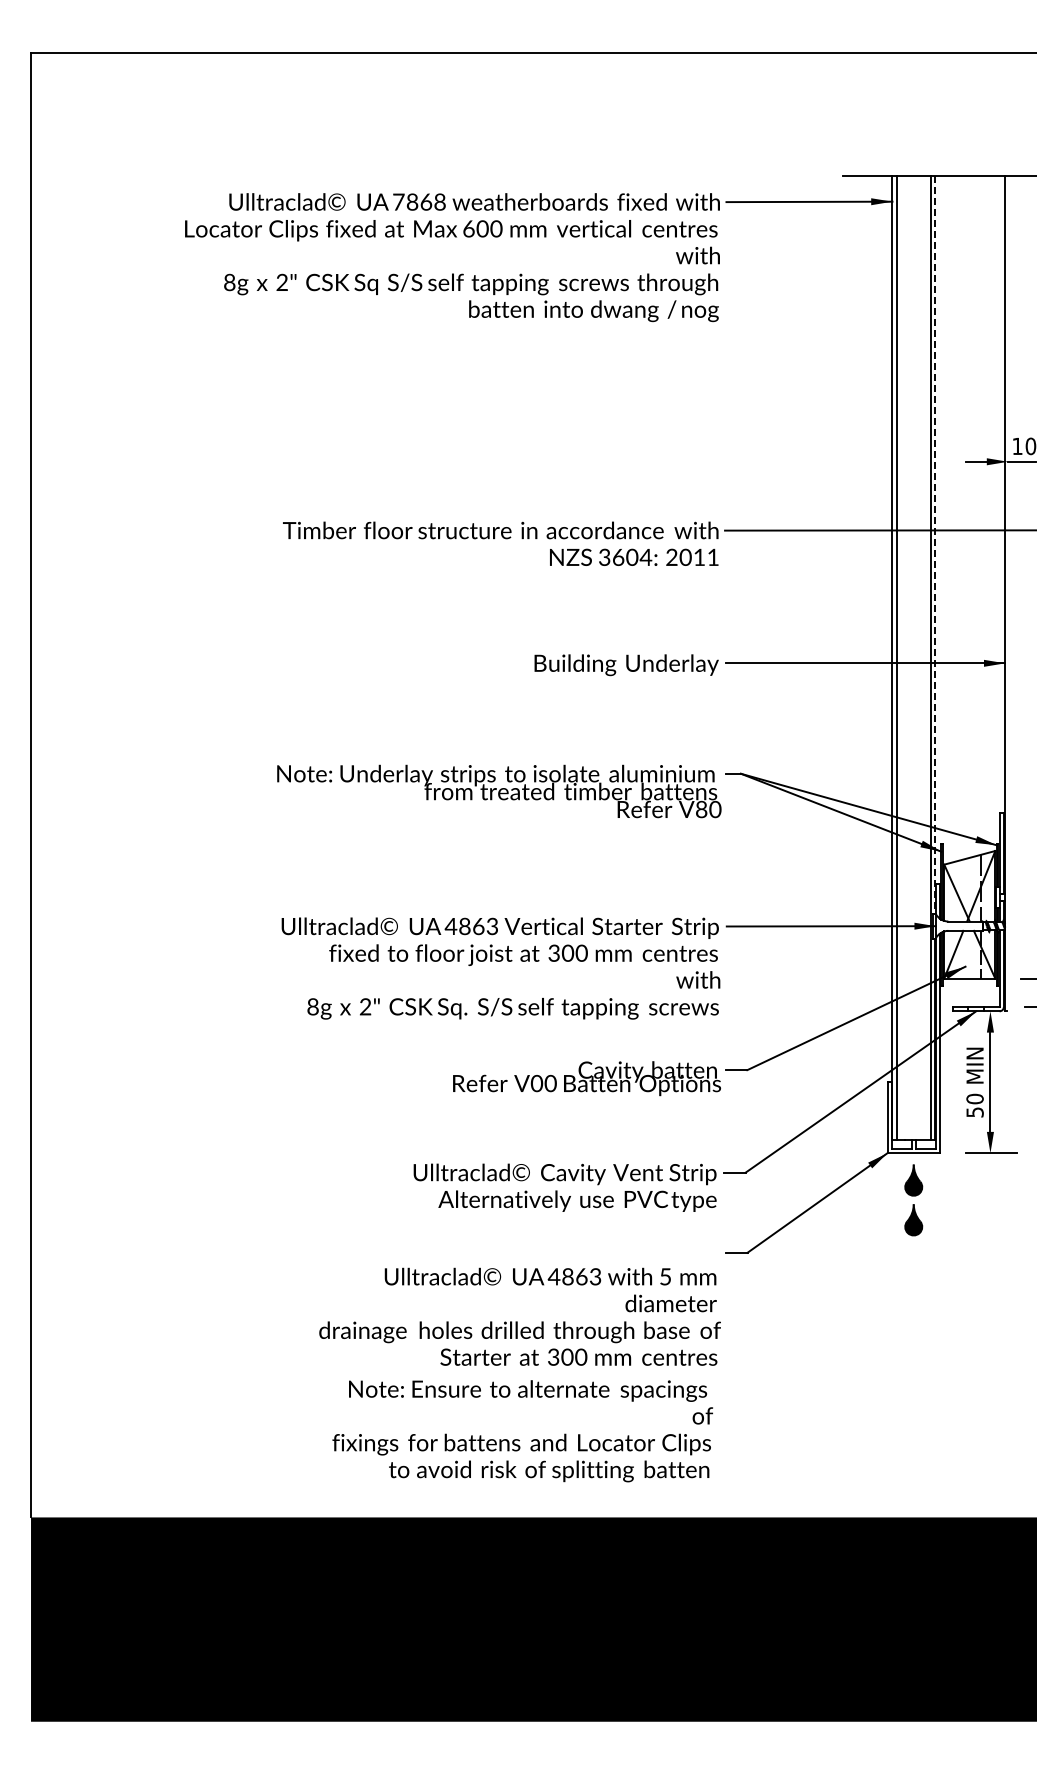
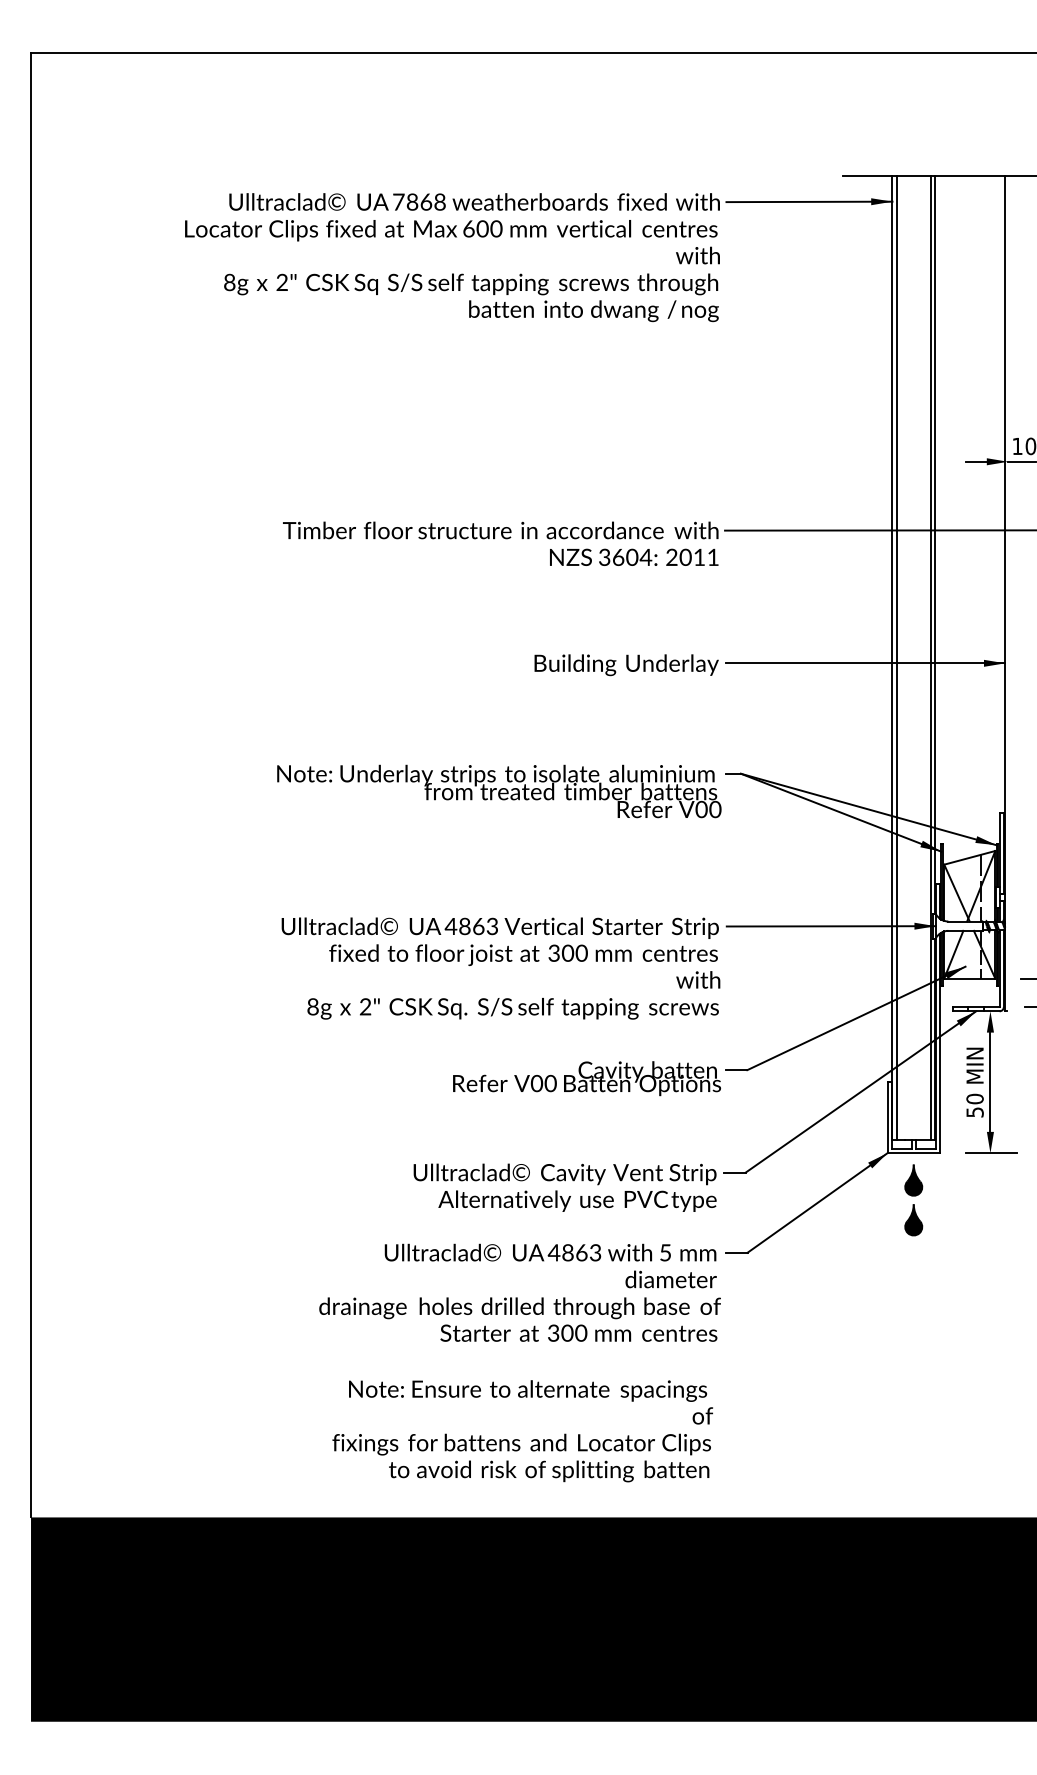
line at (935, 545): dashed -> solid
text at (701, 809): V80 -> V00
text at (519, 1316) position: (519, 1316) -> (519, 1292)
